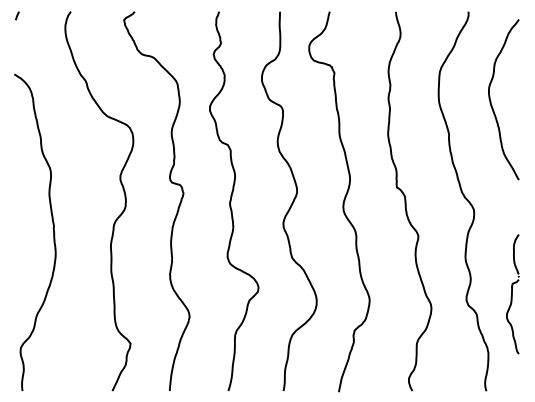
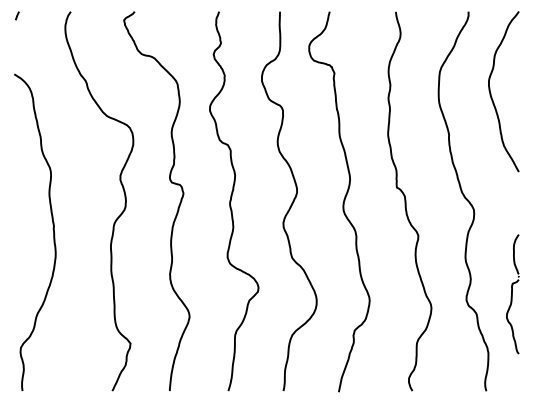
curve at (491, 101) position: (491, 101) -> (491, 93)
